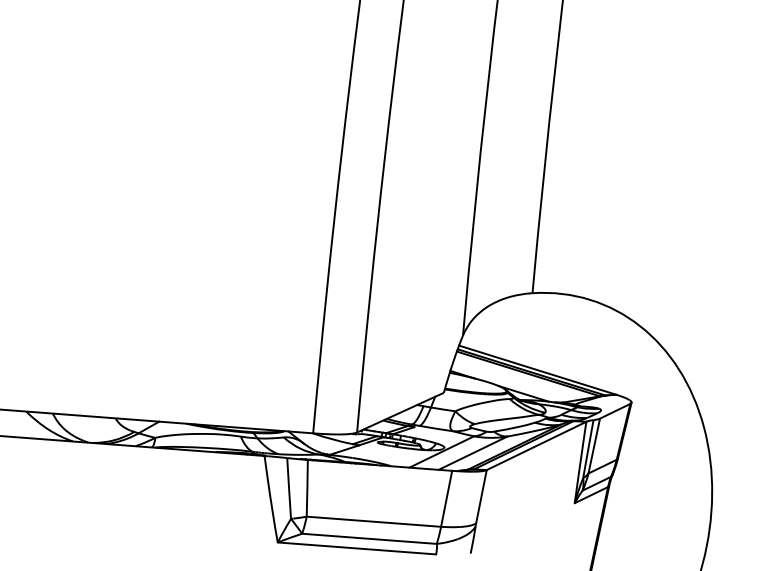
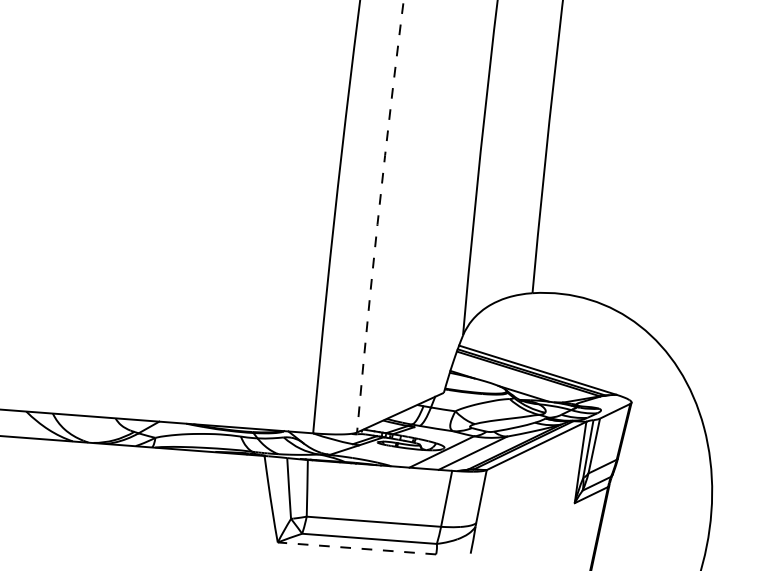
arc at (378, 216): solid -> dashed
line at (356, 548): solid -> dashed
